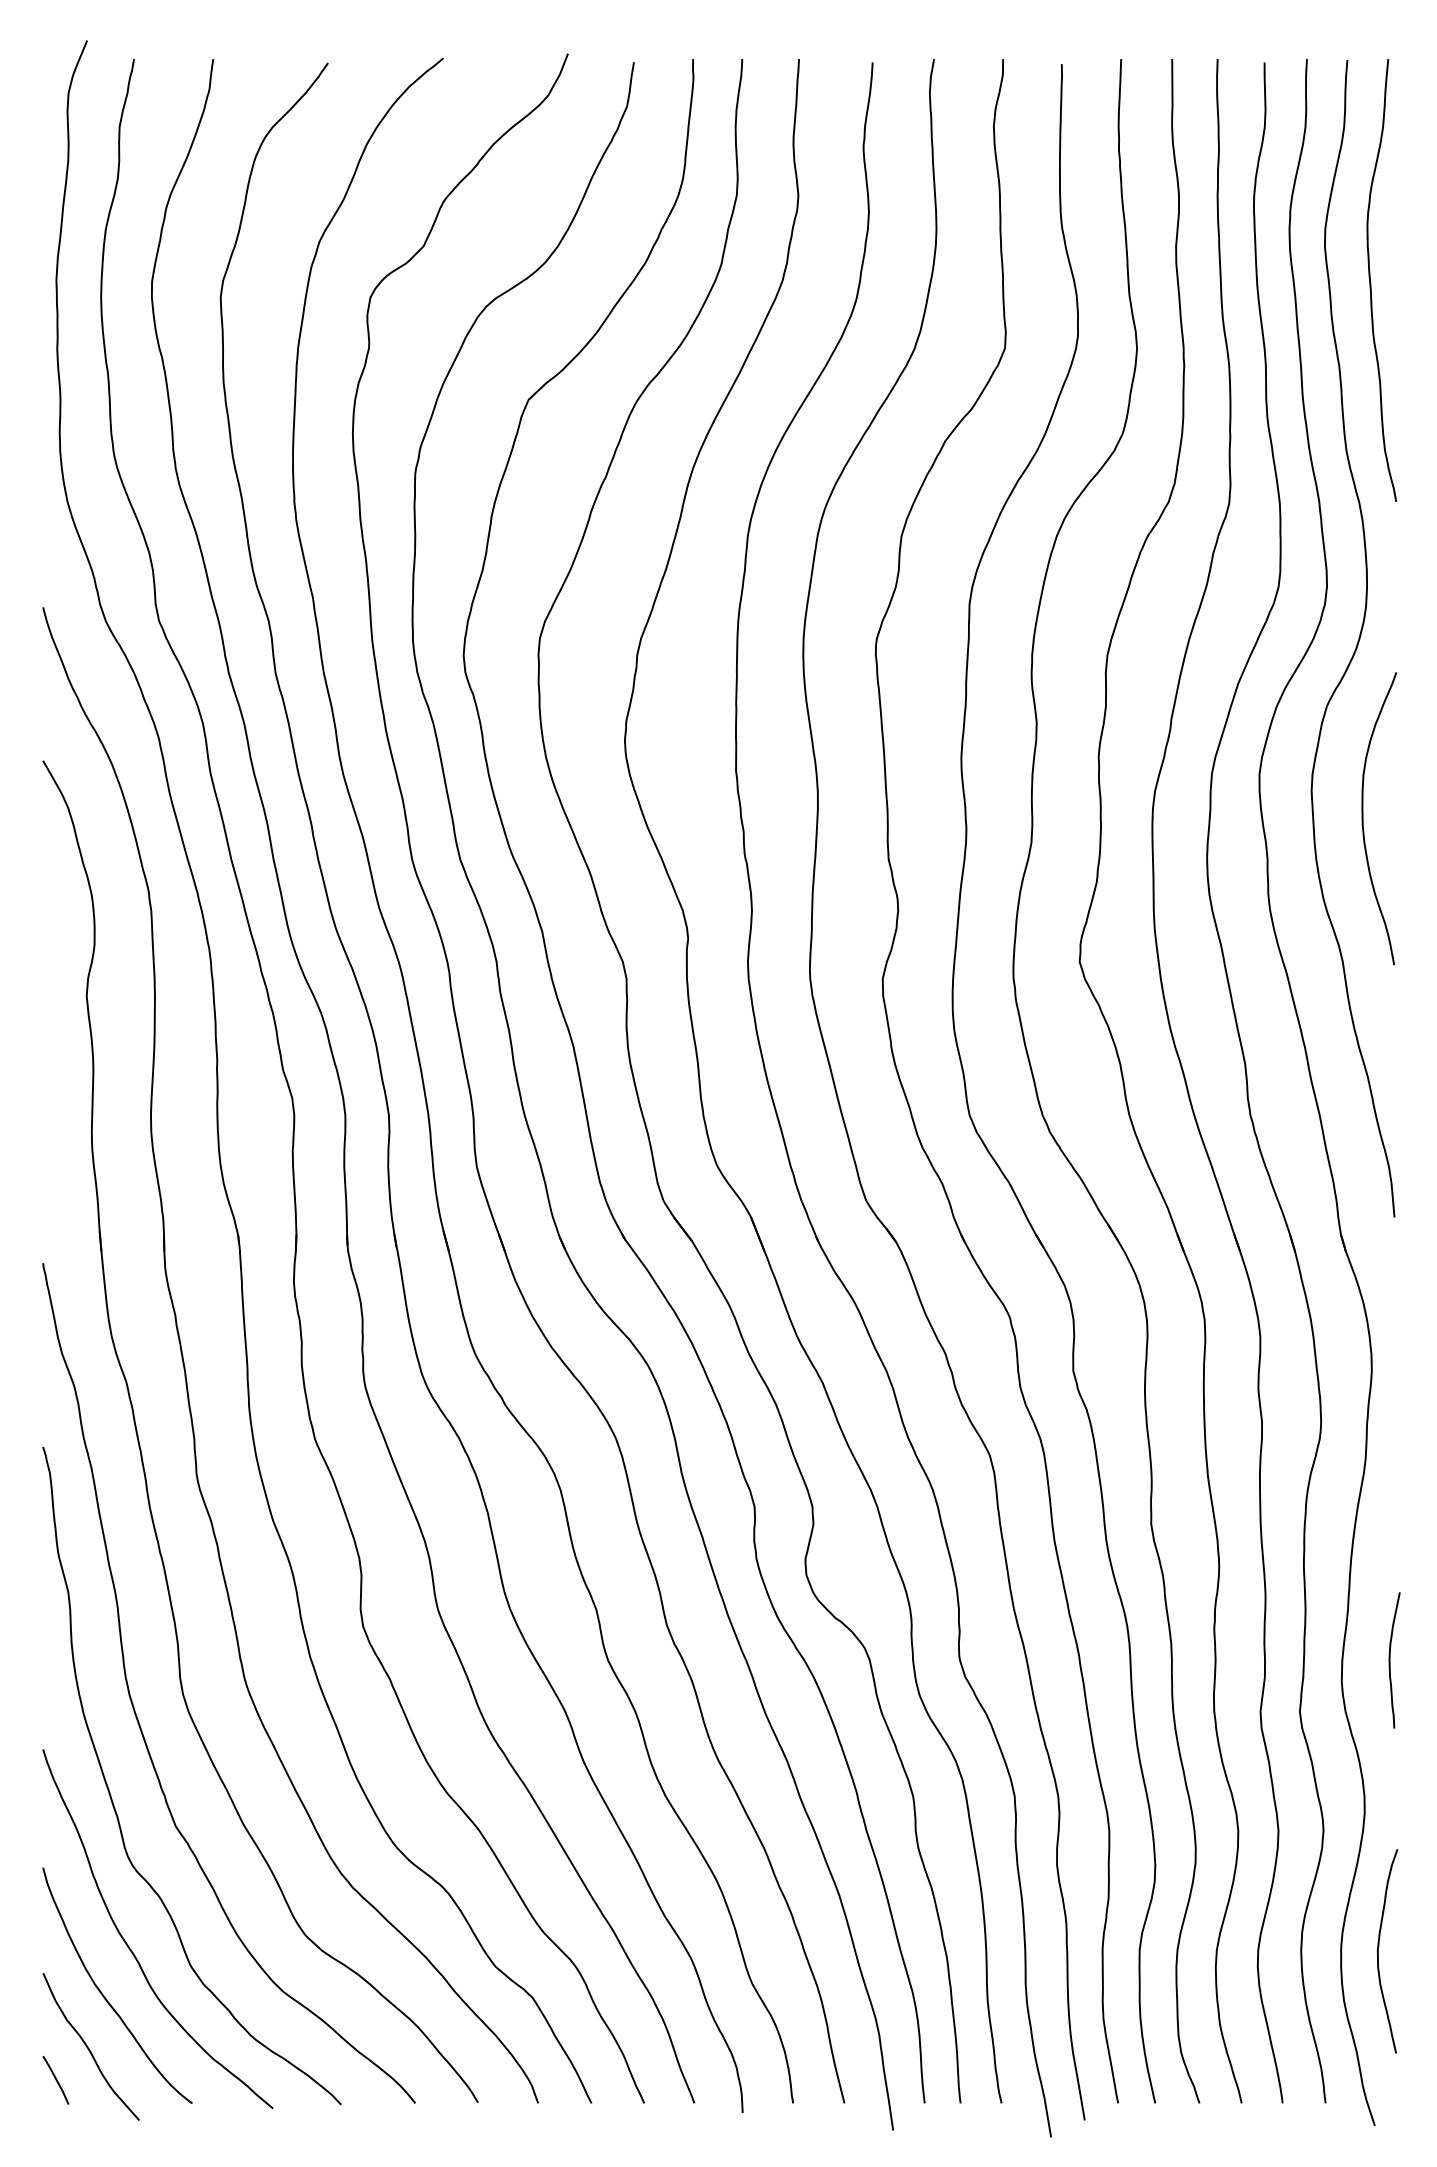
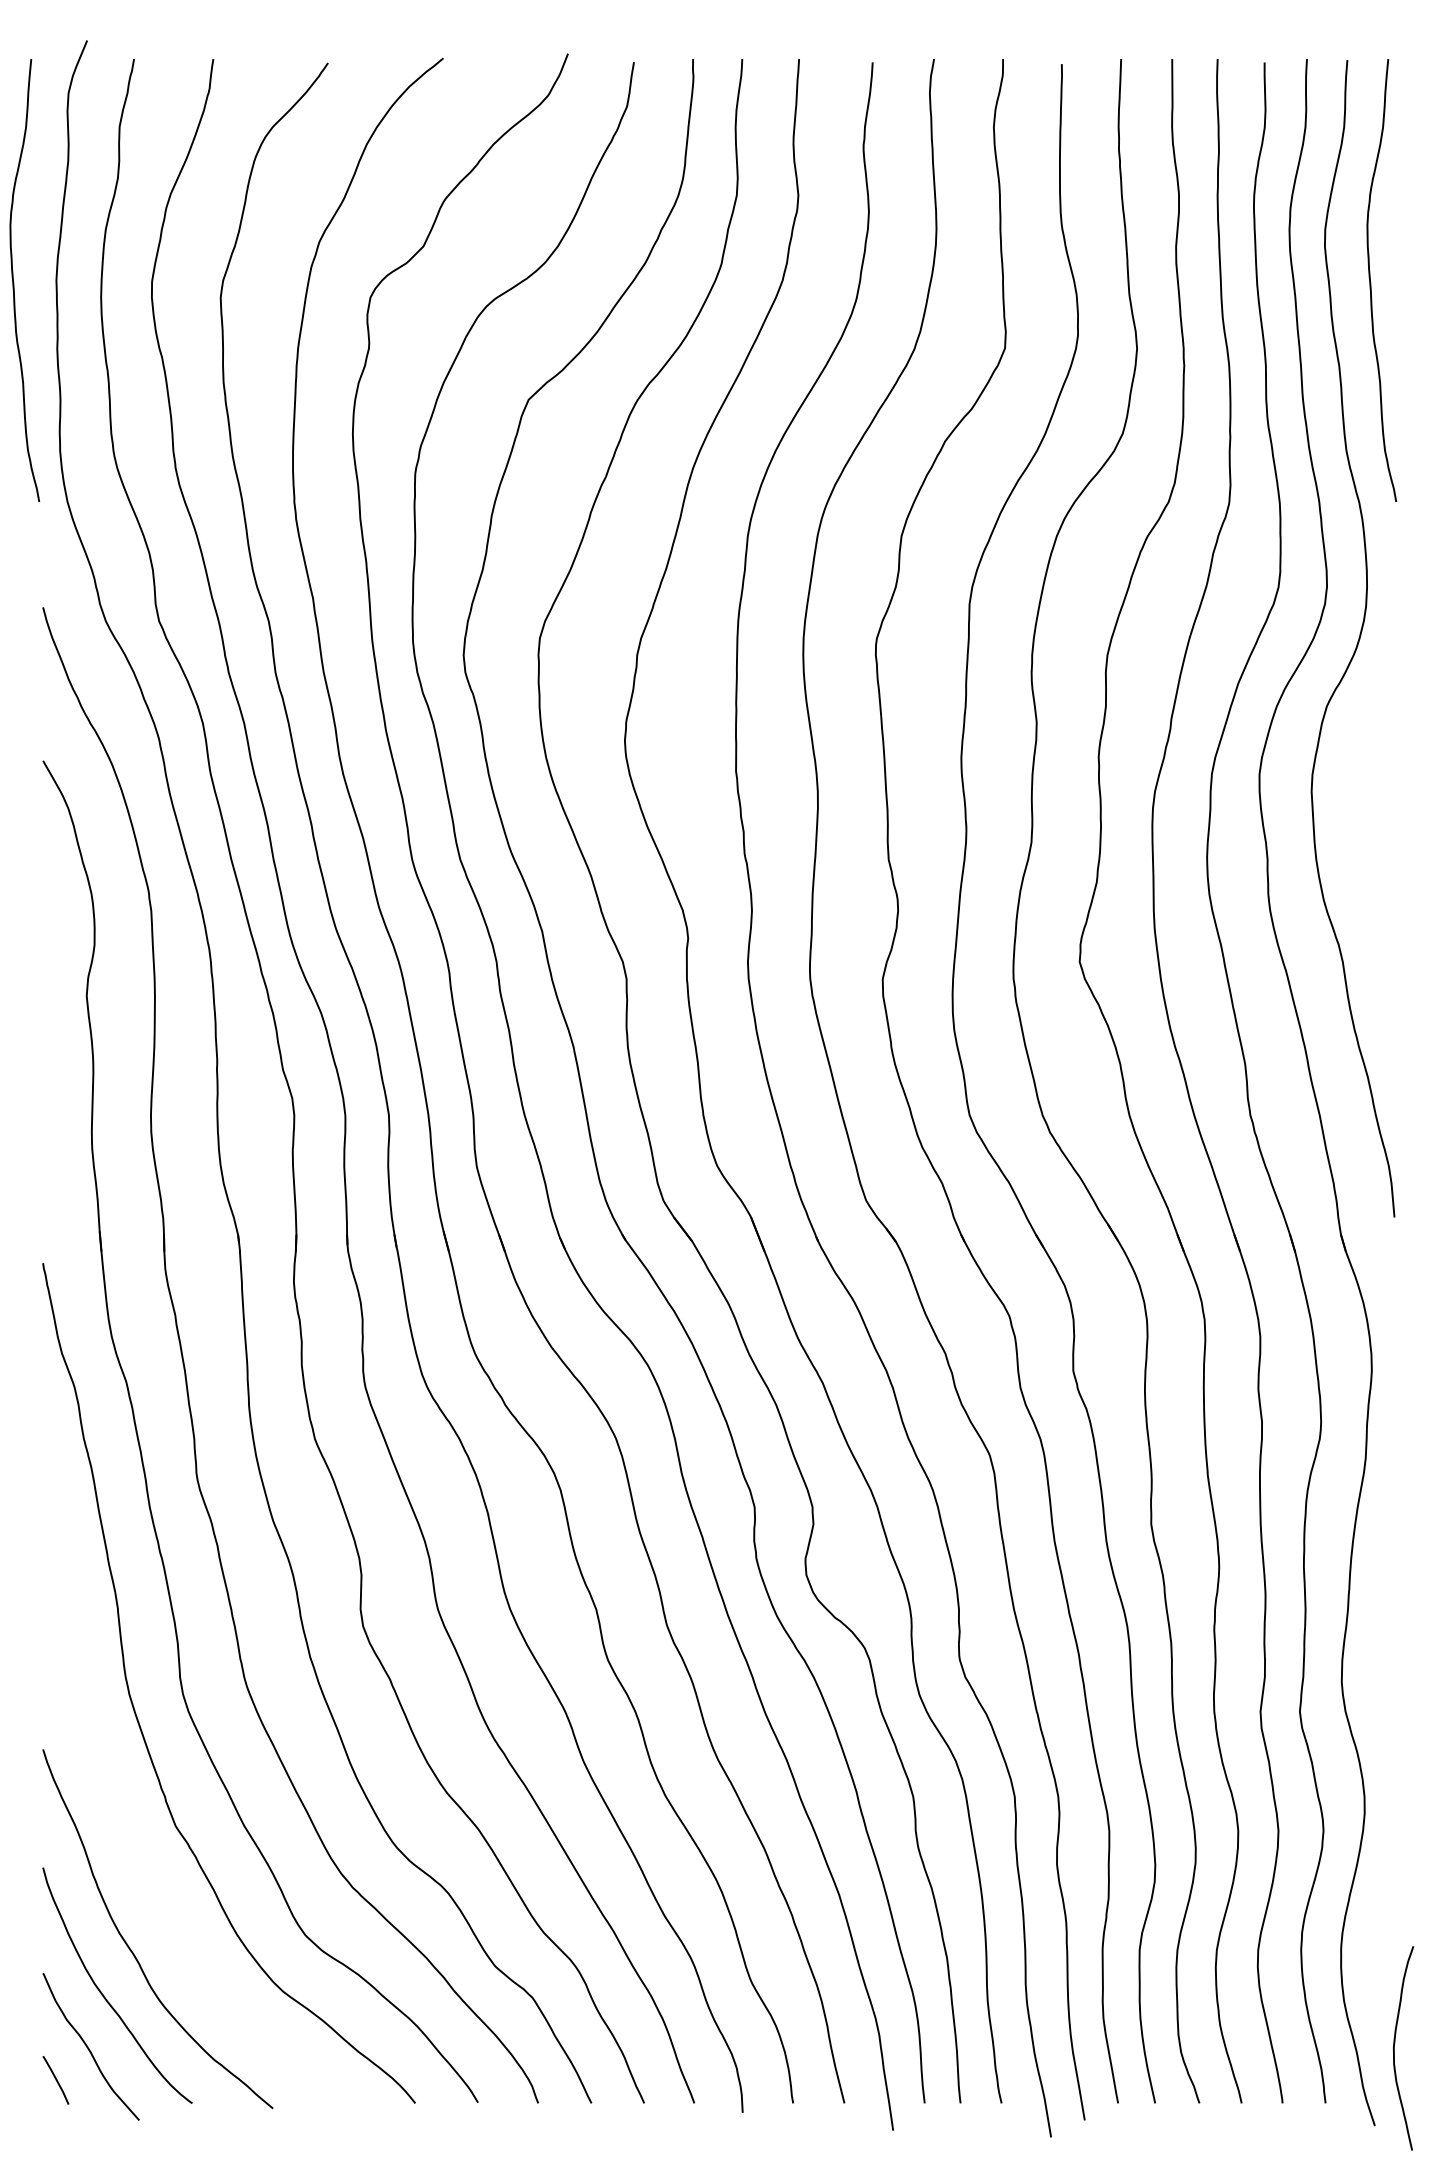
curve at (14, 282): none -> present
curve at (1363, 818): present -> none
curve at (1390, 1660): present -> none
curve at (112, 1798): present -> none
curve at (1378, 1951) position: (1378, 1951) -> (1394, 2048)
